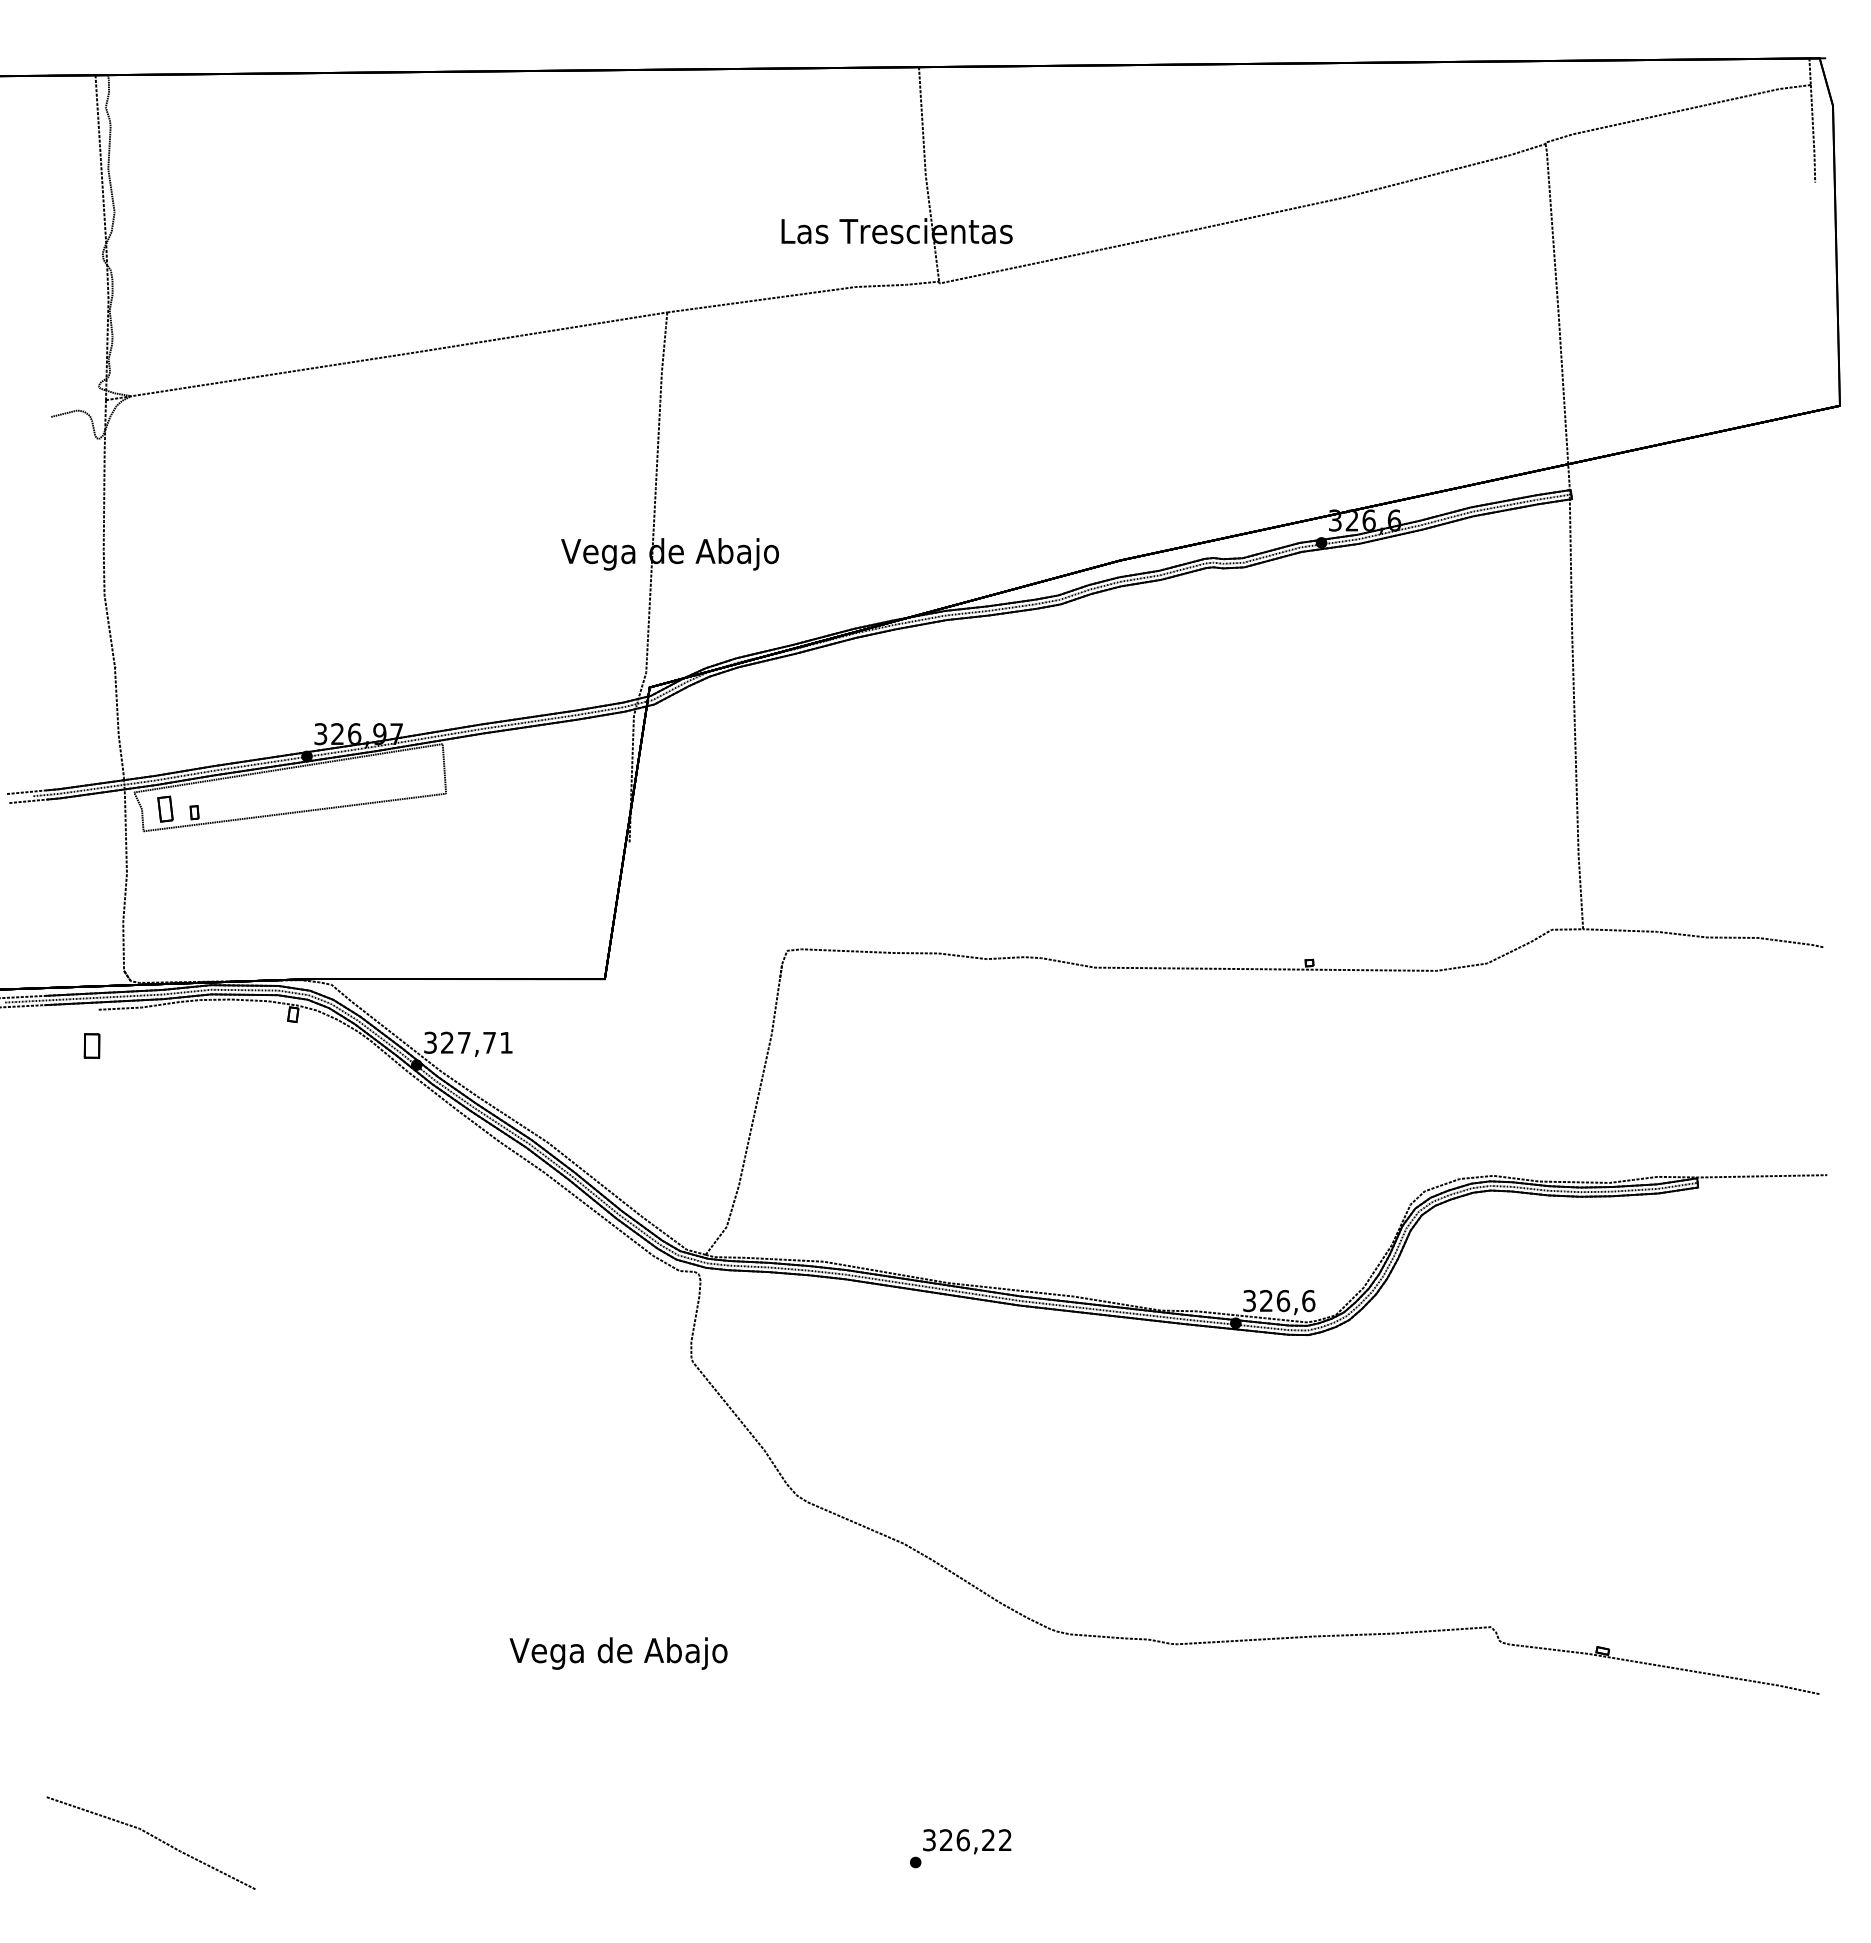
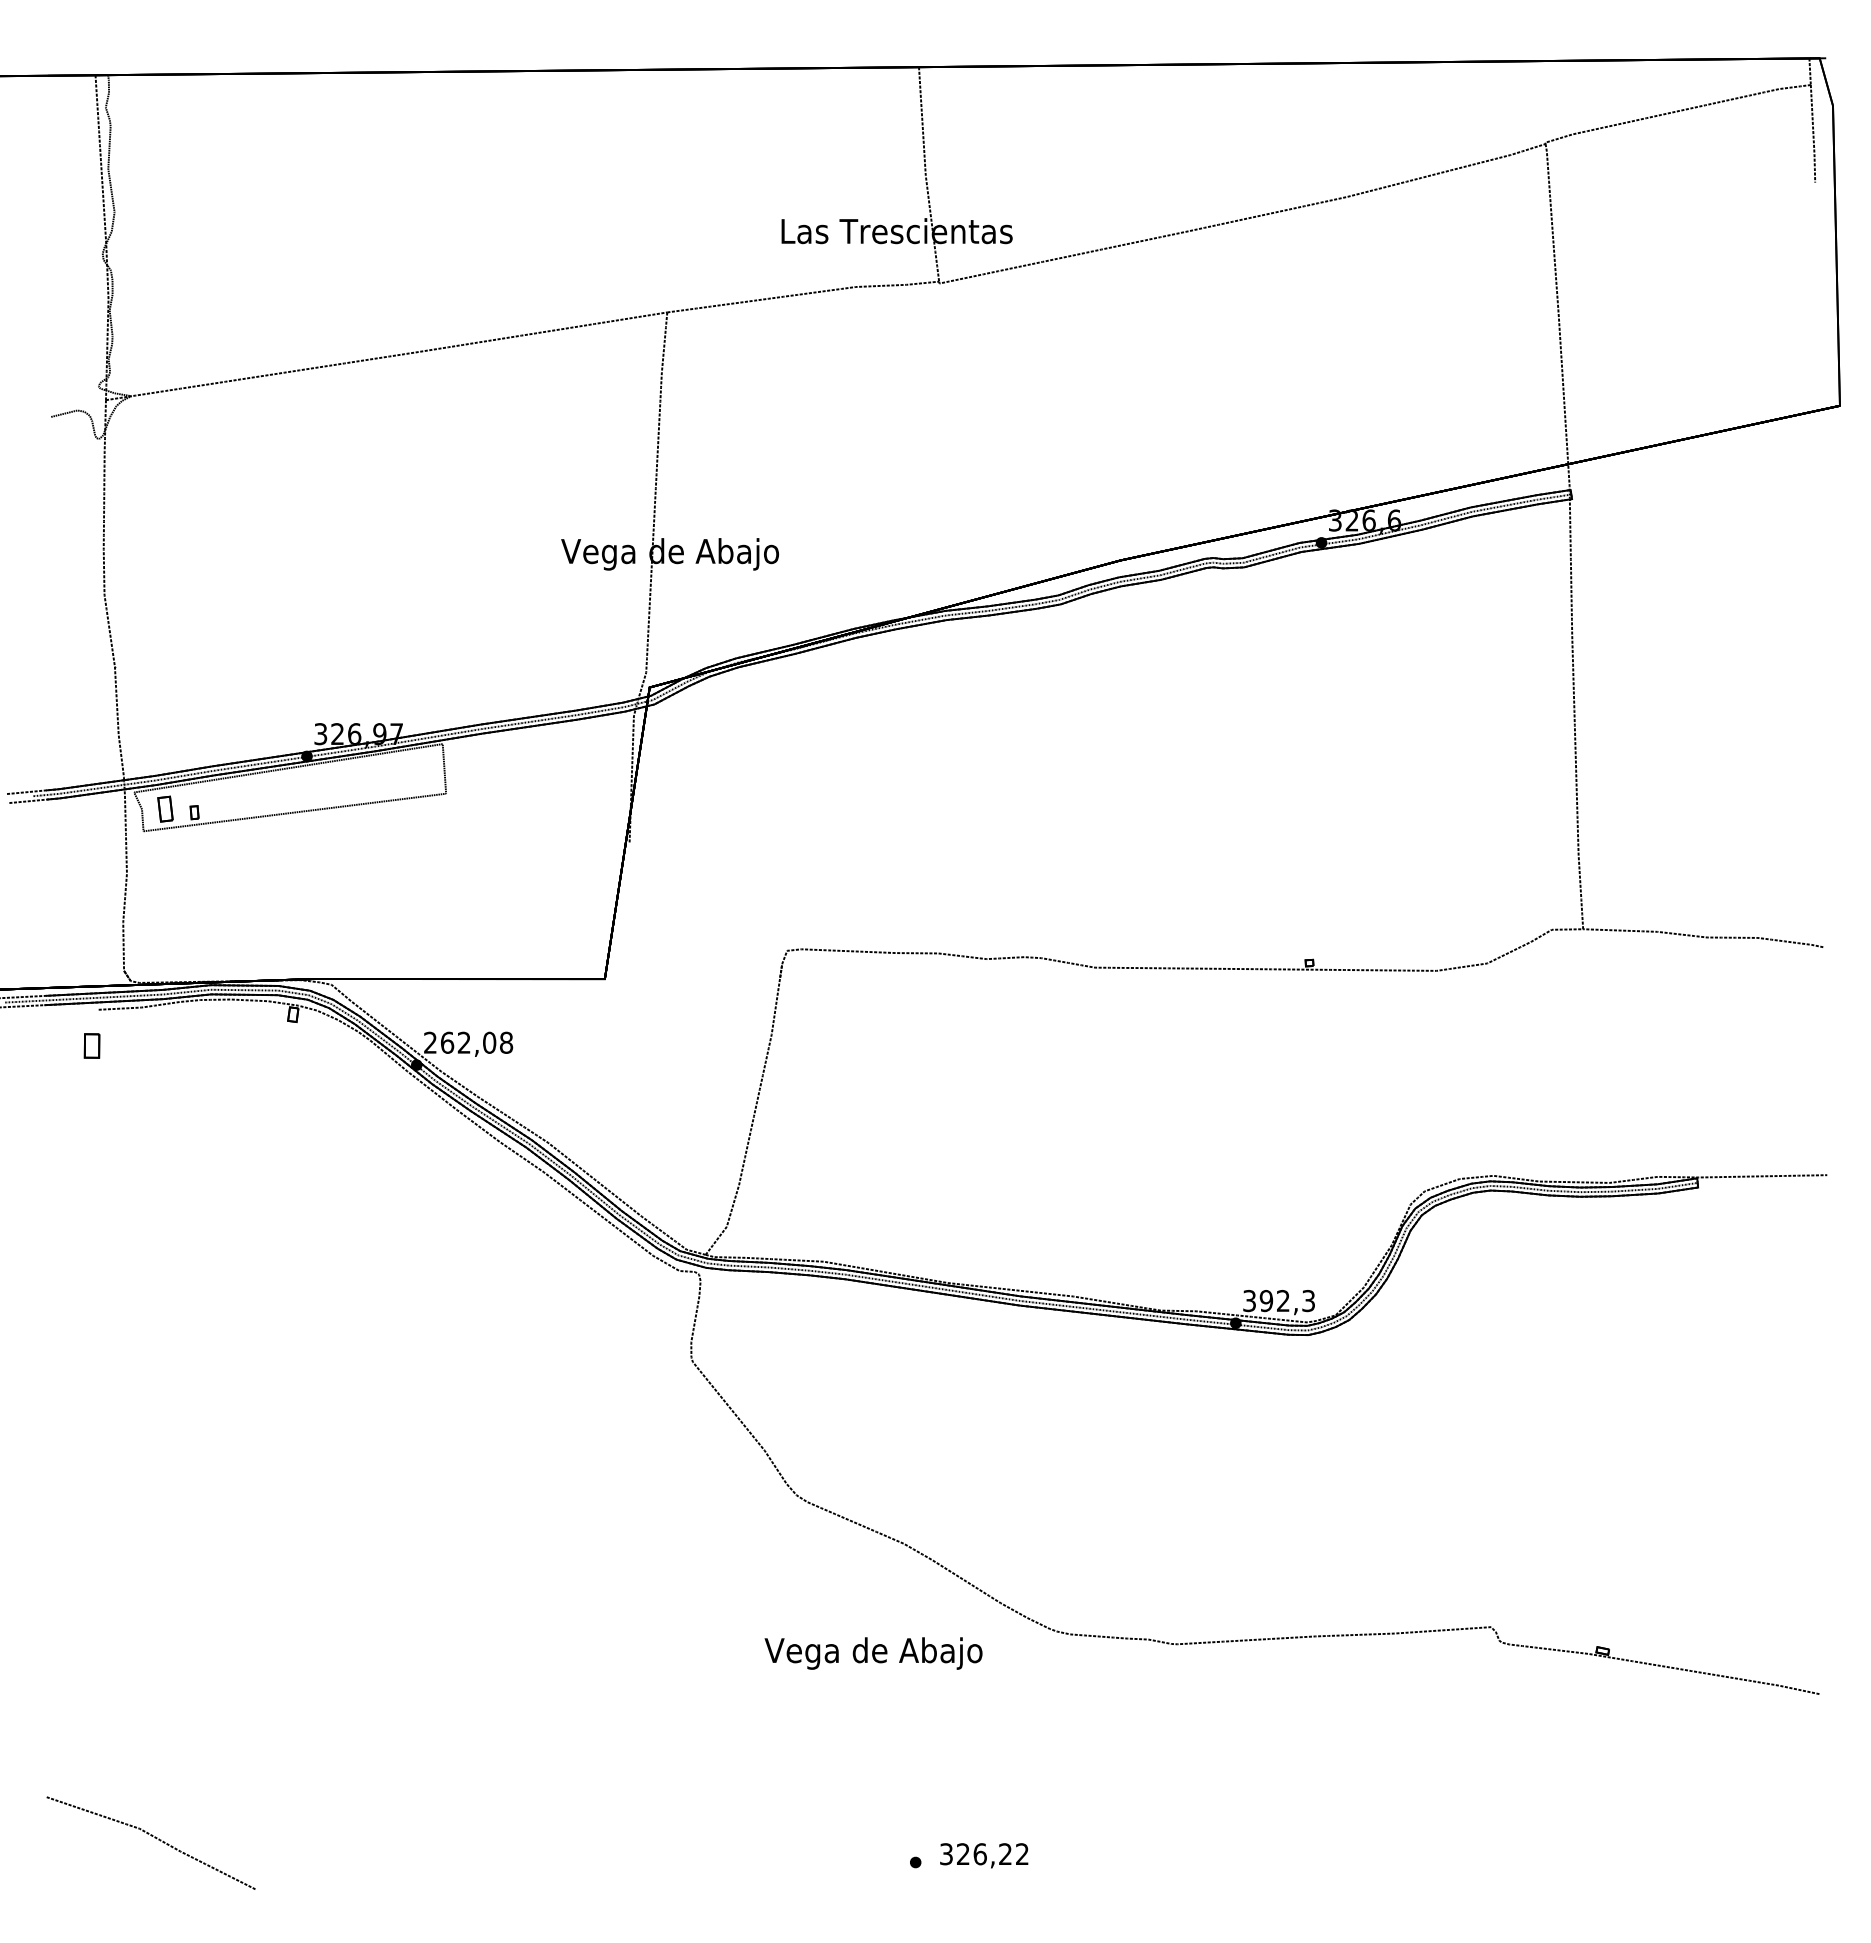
text at (468, 1042): 327,71 -> 262,08
text at (1287, 1300): 326,6 -> 392,3
text at (618, 1653) position: (618, 1653) -> (873, 1653)
text at (967, 1841) position: (967, 1841) -> (984, 1855)
